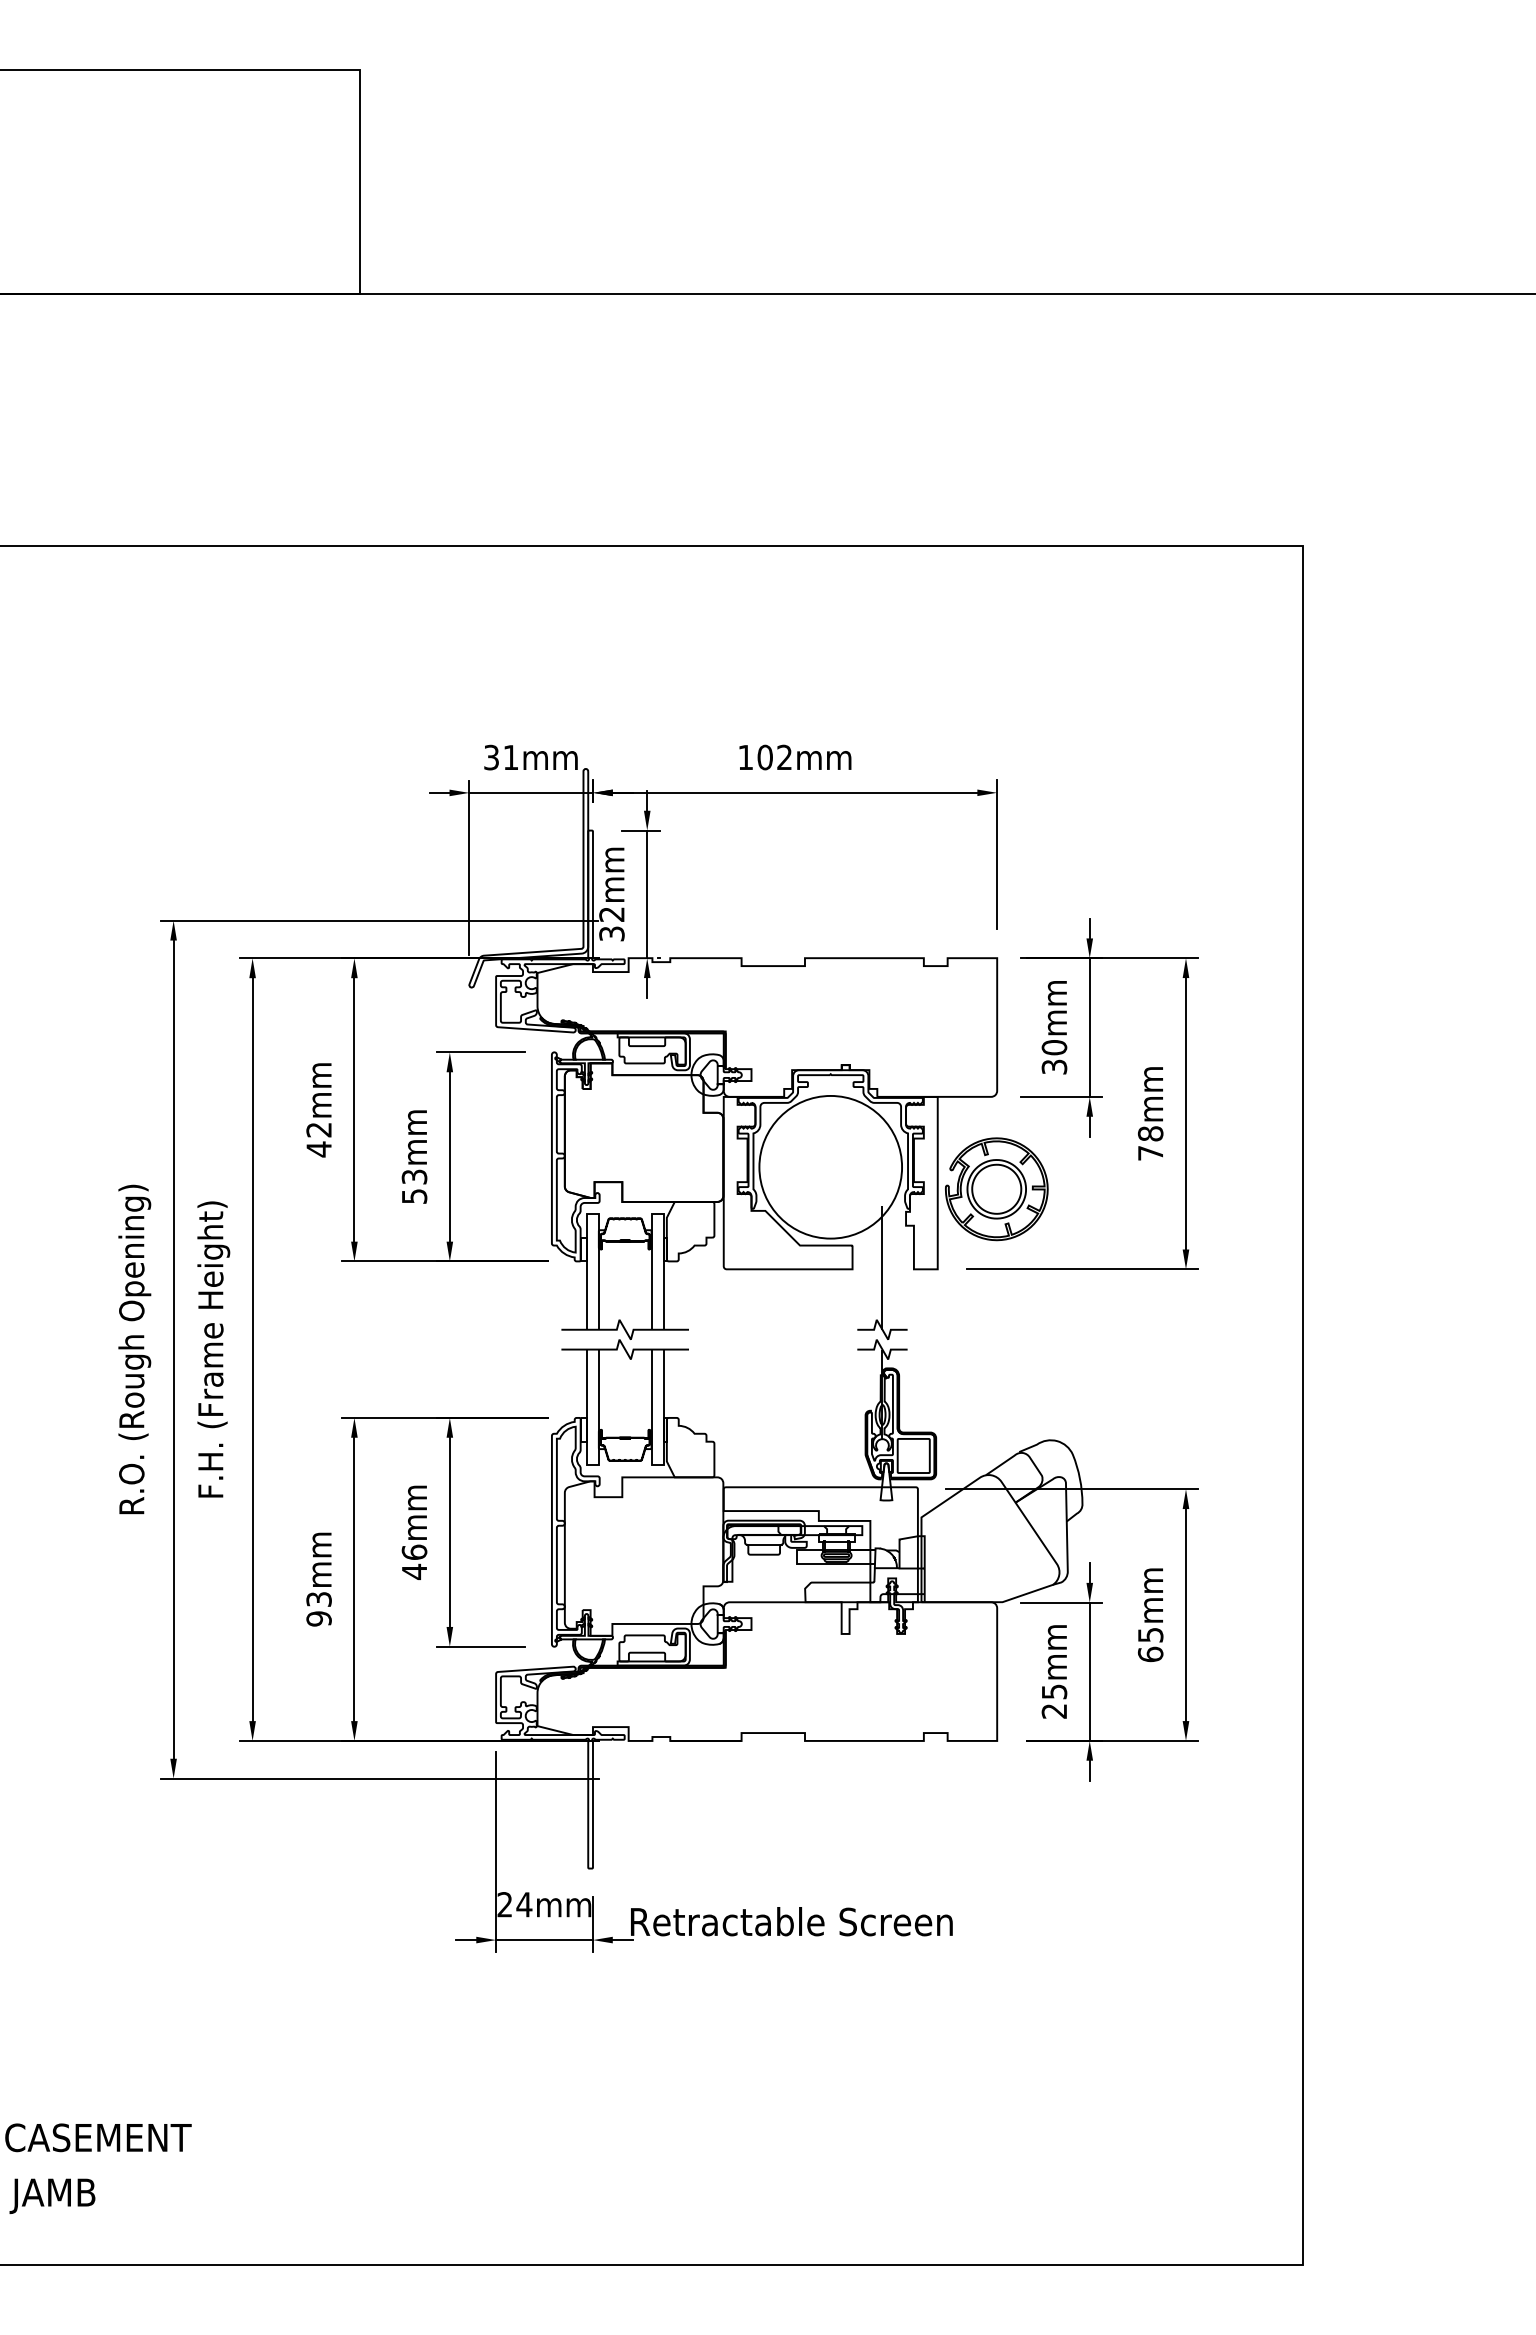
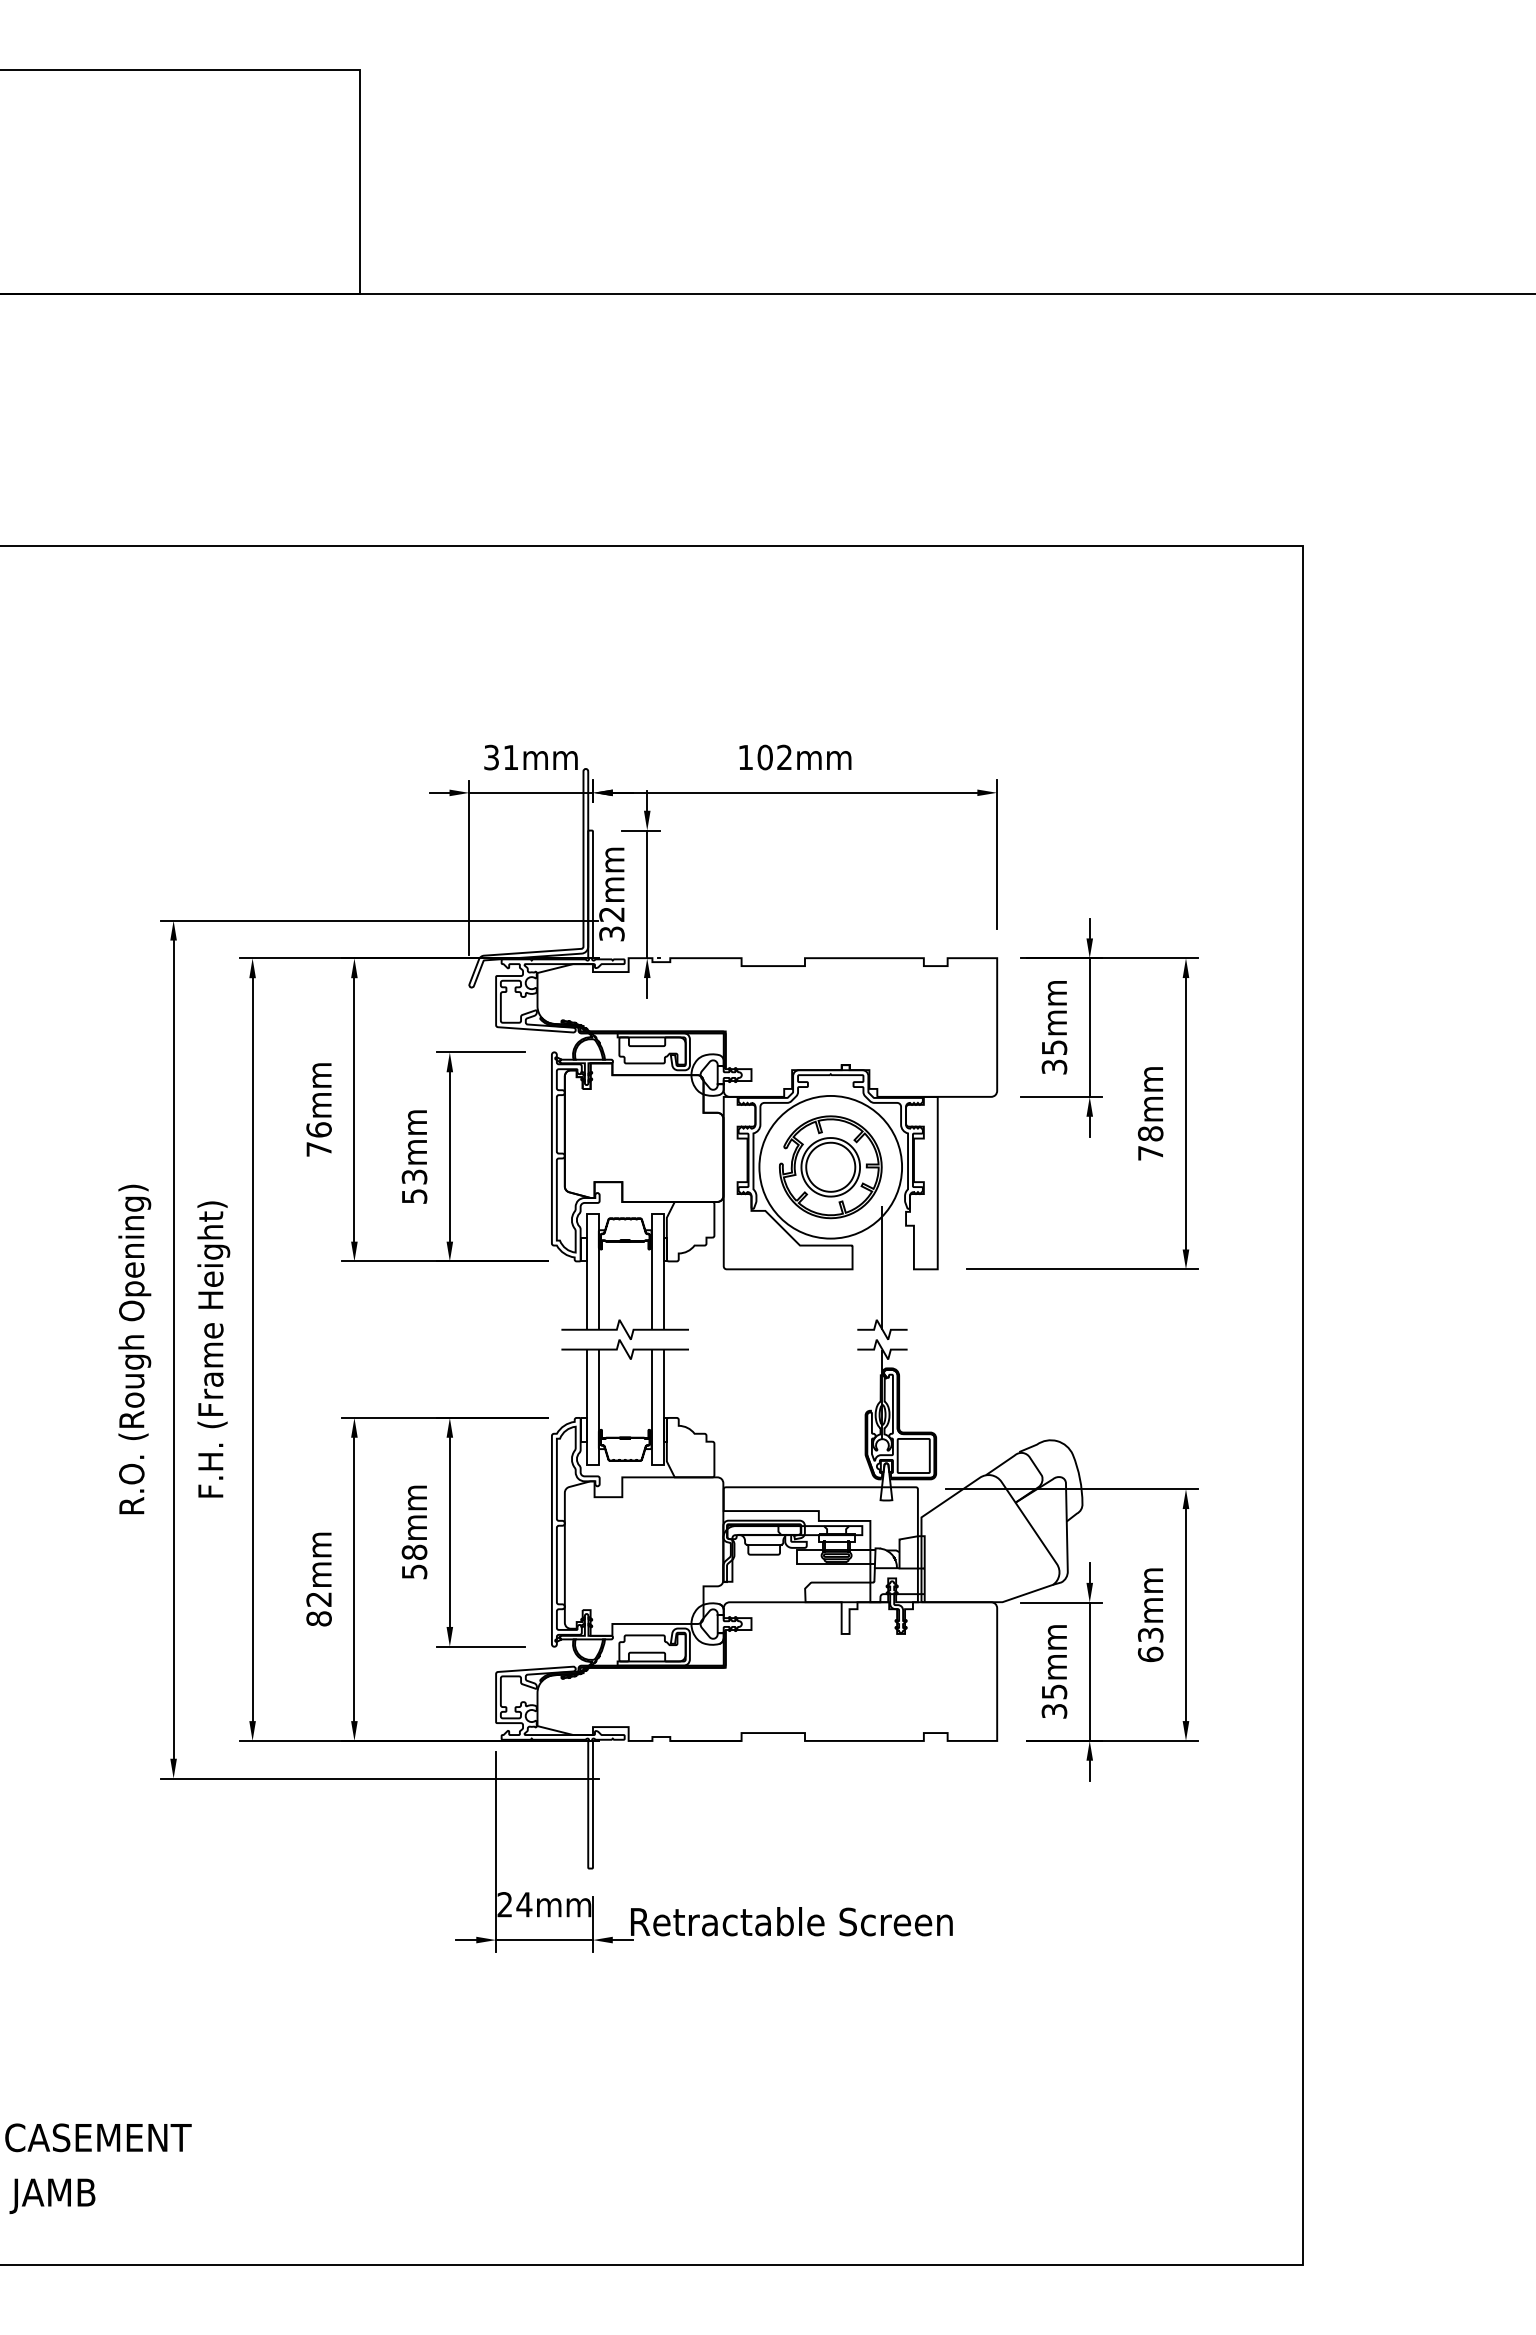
text at (1054, 1047): 30mm -> 35mm
text at (318, 1139): 42mm -> 76mm
part at (996, 1189) position: (996, 1189) -> (830, 1167)
text at (414, 1561): 46mm -> 58mm
text at (318, 1609): 93mm -> 82mm
text at (1149, 1634): 65mm -> 63mm
text at (1054, 1711): 25mm -> 35mm
